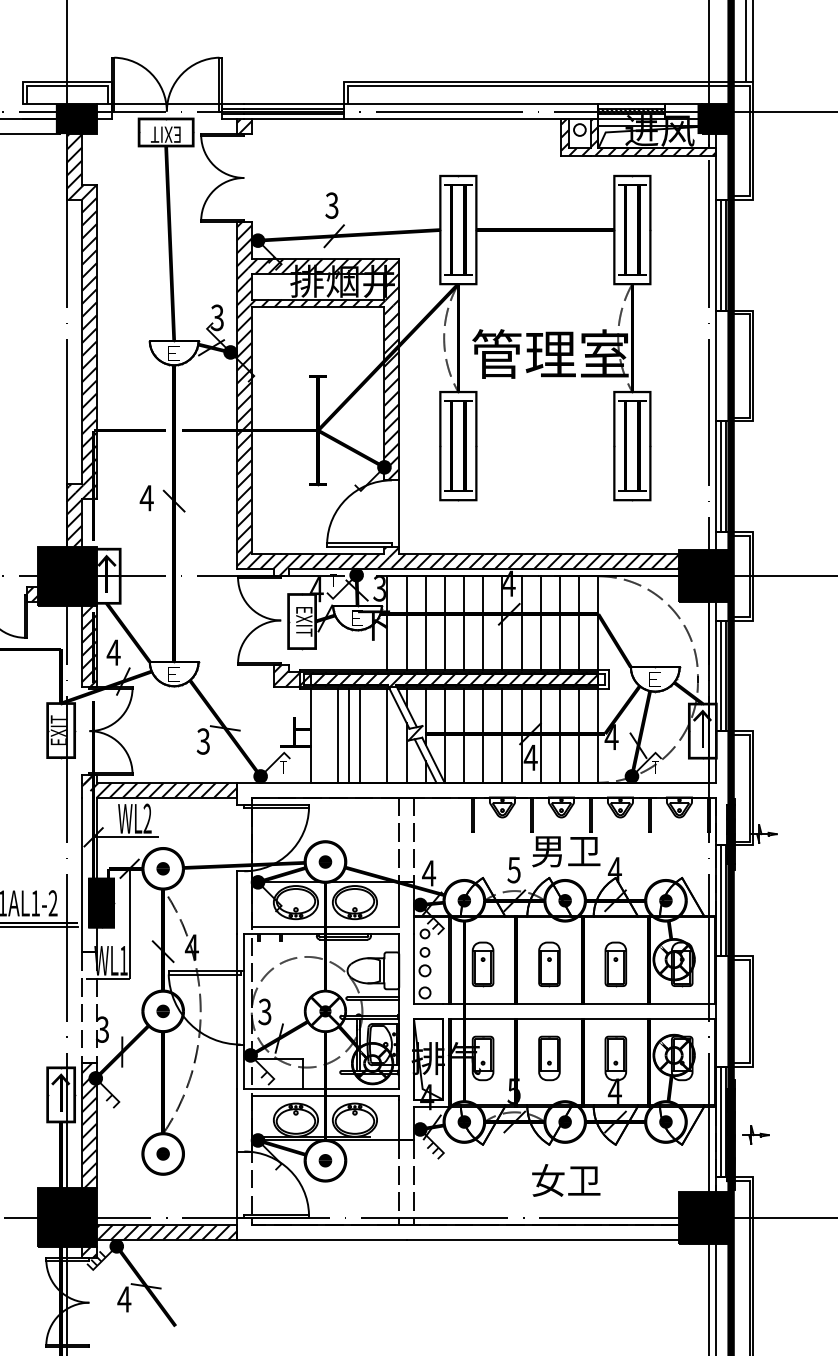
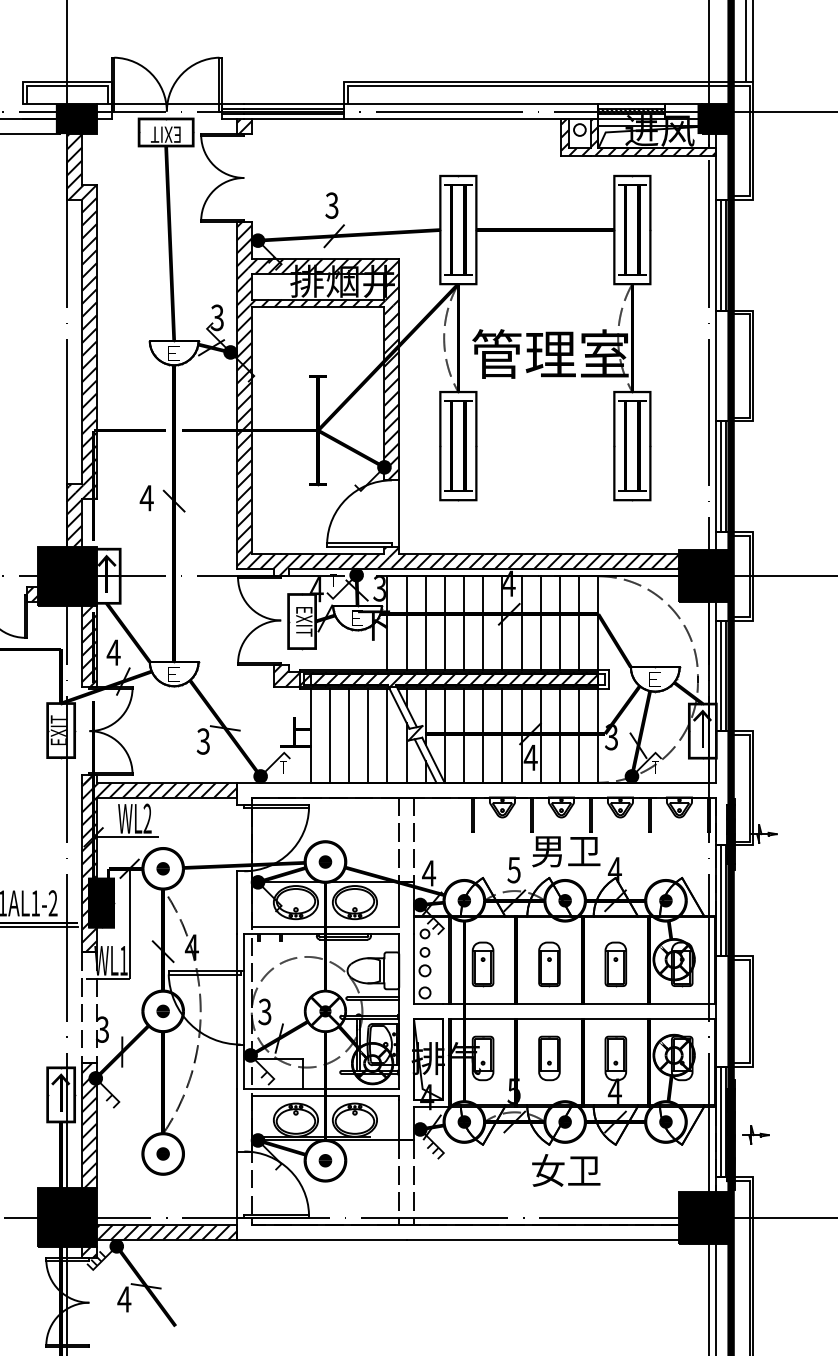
line at (337, 735) position: (337, 735) -> (329, 735)
line at (360, 735) position: (360, 735) -> (368, 735)
text at (611, 737): 4 -> 3
hatch at (89, 871): none -> present
text at (566, 1180) position: (566, 1180) -> (566, 1170)
